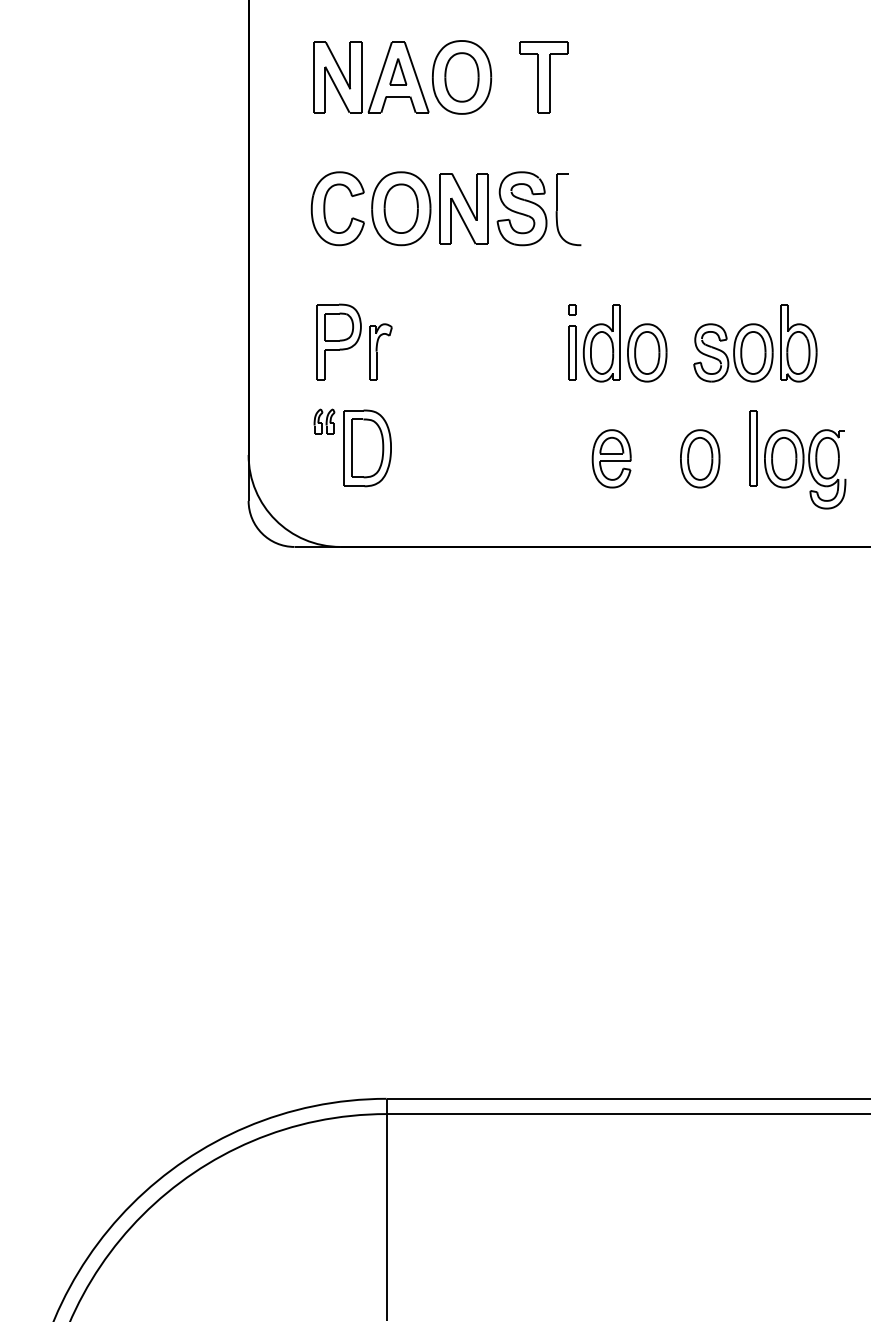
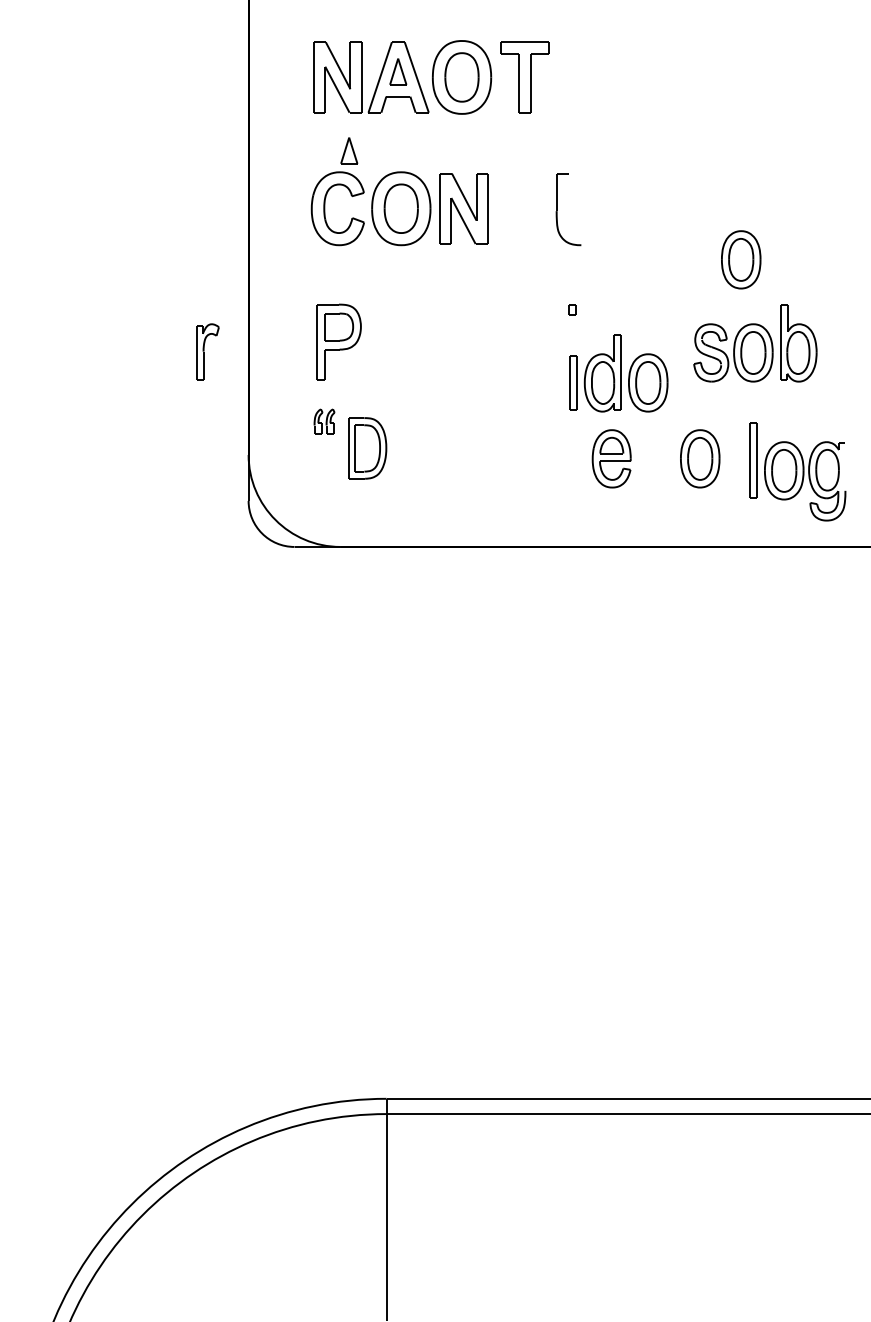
part at (543, 77) position: (543, 77) -> (524, 77)
part at (349, 150): none -> present
part at (521, 208): present -> none
part at (741, 259): none -> present
part at (617, 343) position: (617, 343) -> (618, 373)
part at (380, 351) position: (380, 351) -> (207, 351)
part at (367, 448) size: 49x79 px -> 40x63 px
part at (797, 459) position: (797, 459) -> (797, 471)
